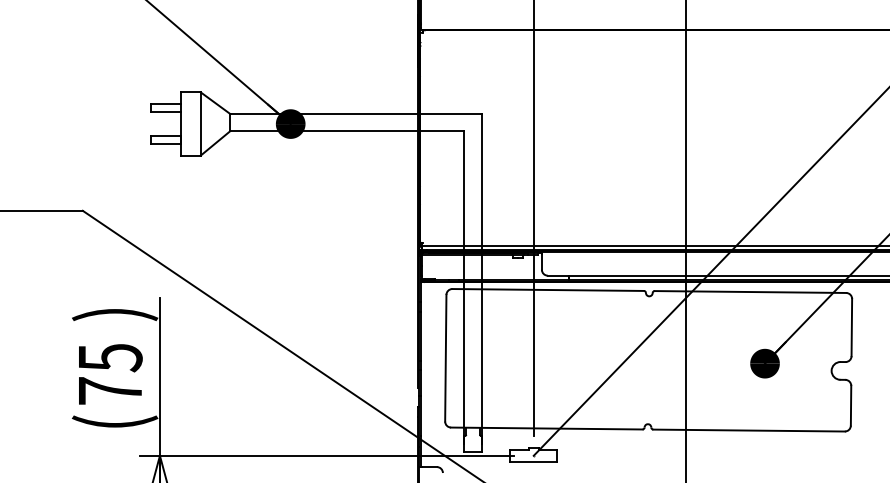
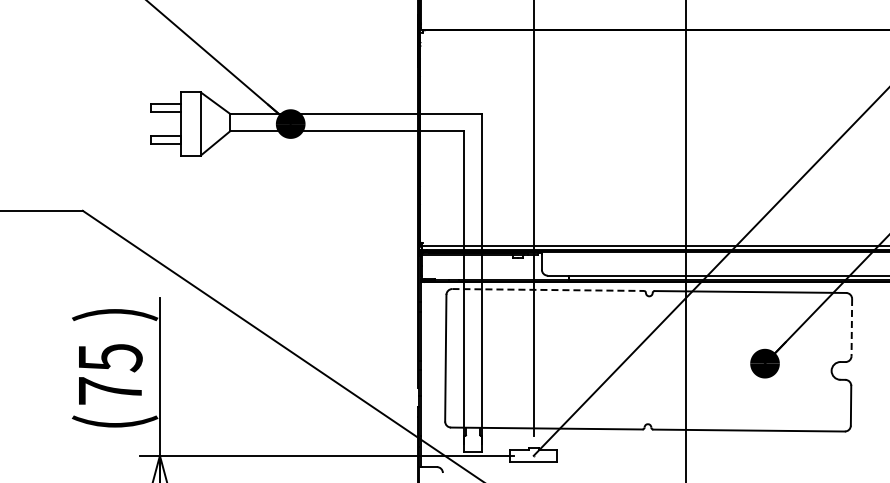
line at (548, 289): solid -> dashed
line at (851, 327): solid -> dashed
